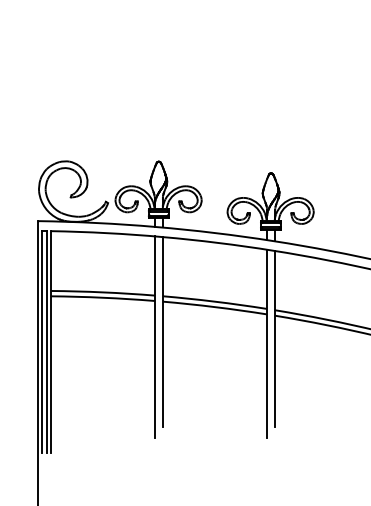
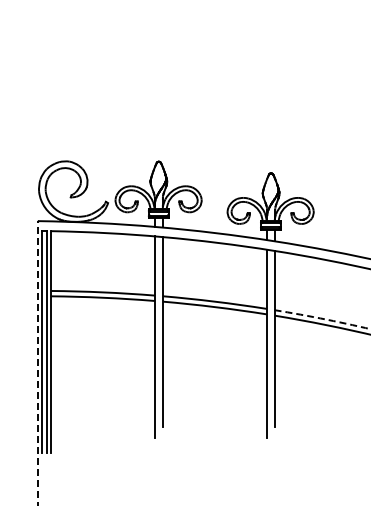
arc at (322, 318): solid -> dashed
line at (37, 362): solid -> dashed
